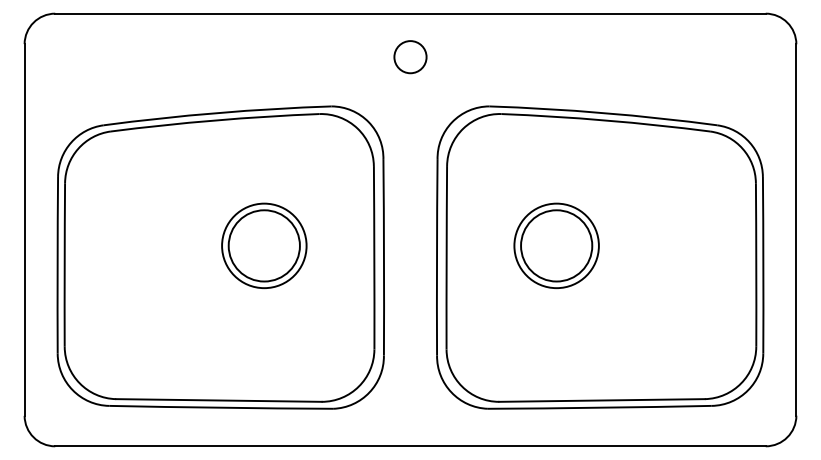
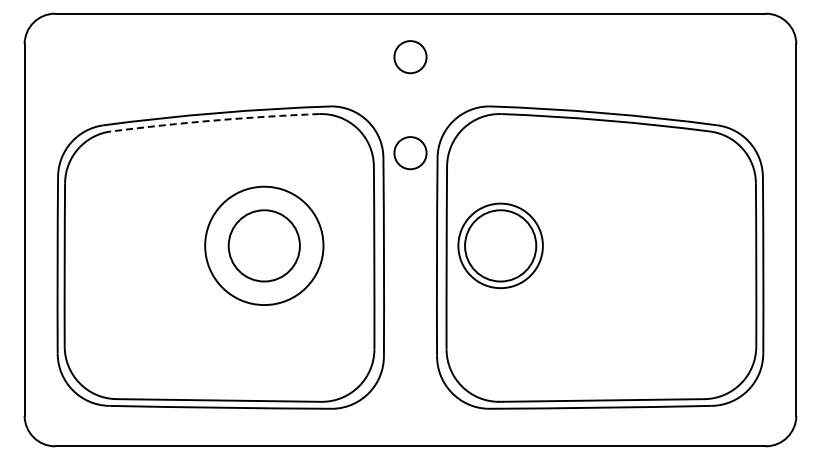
arc at (214, 120): solid -> dashed
circle at (410, 153): none -> present
circle at (264, 245) diameter: 85 px -> 118 px
part at (556, 245) position: (556, 245) -> (500, 245)
